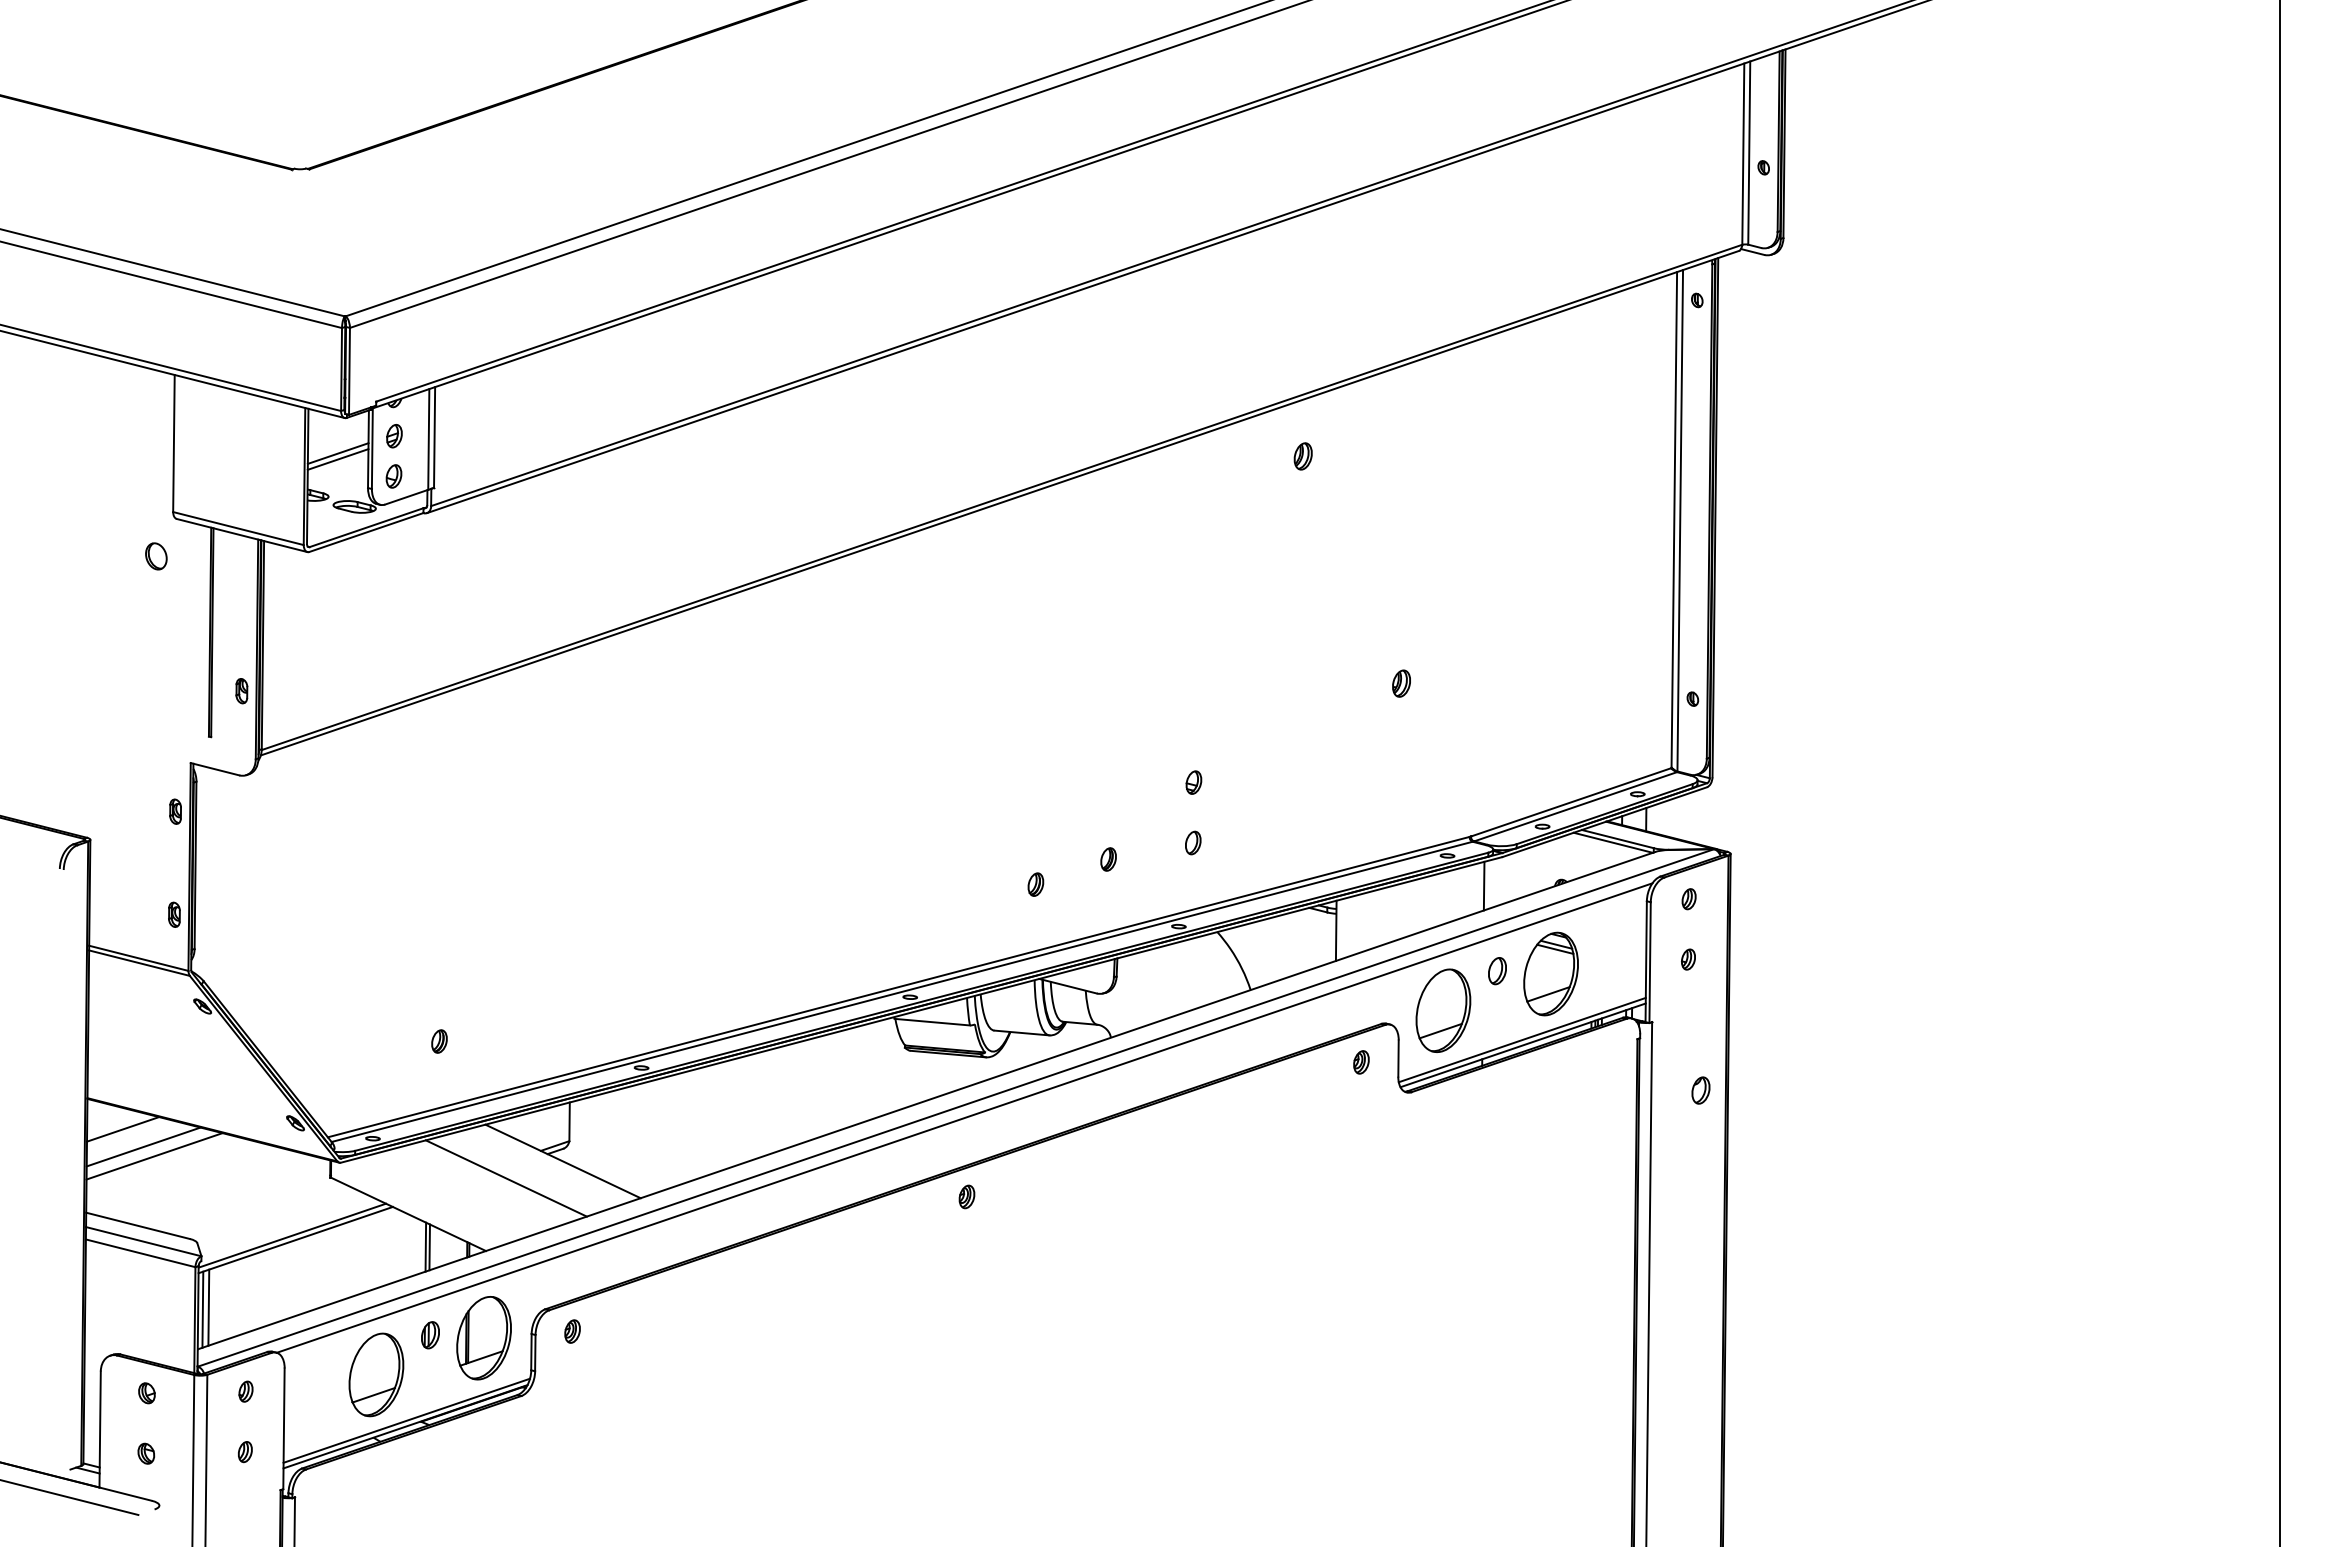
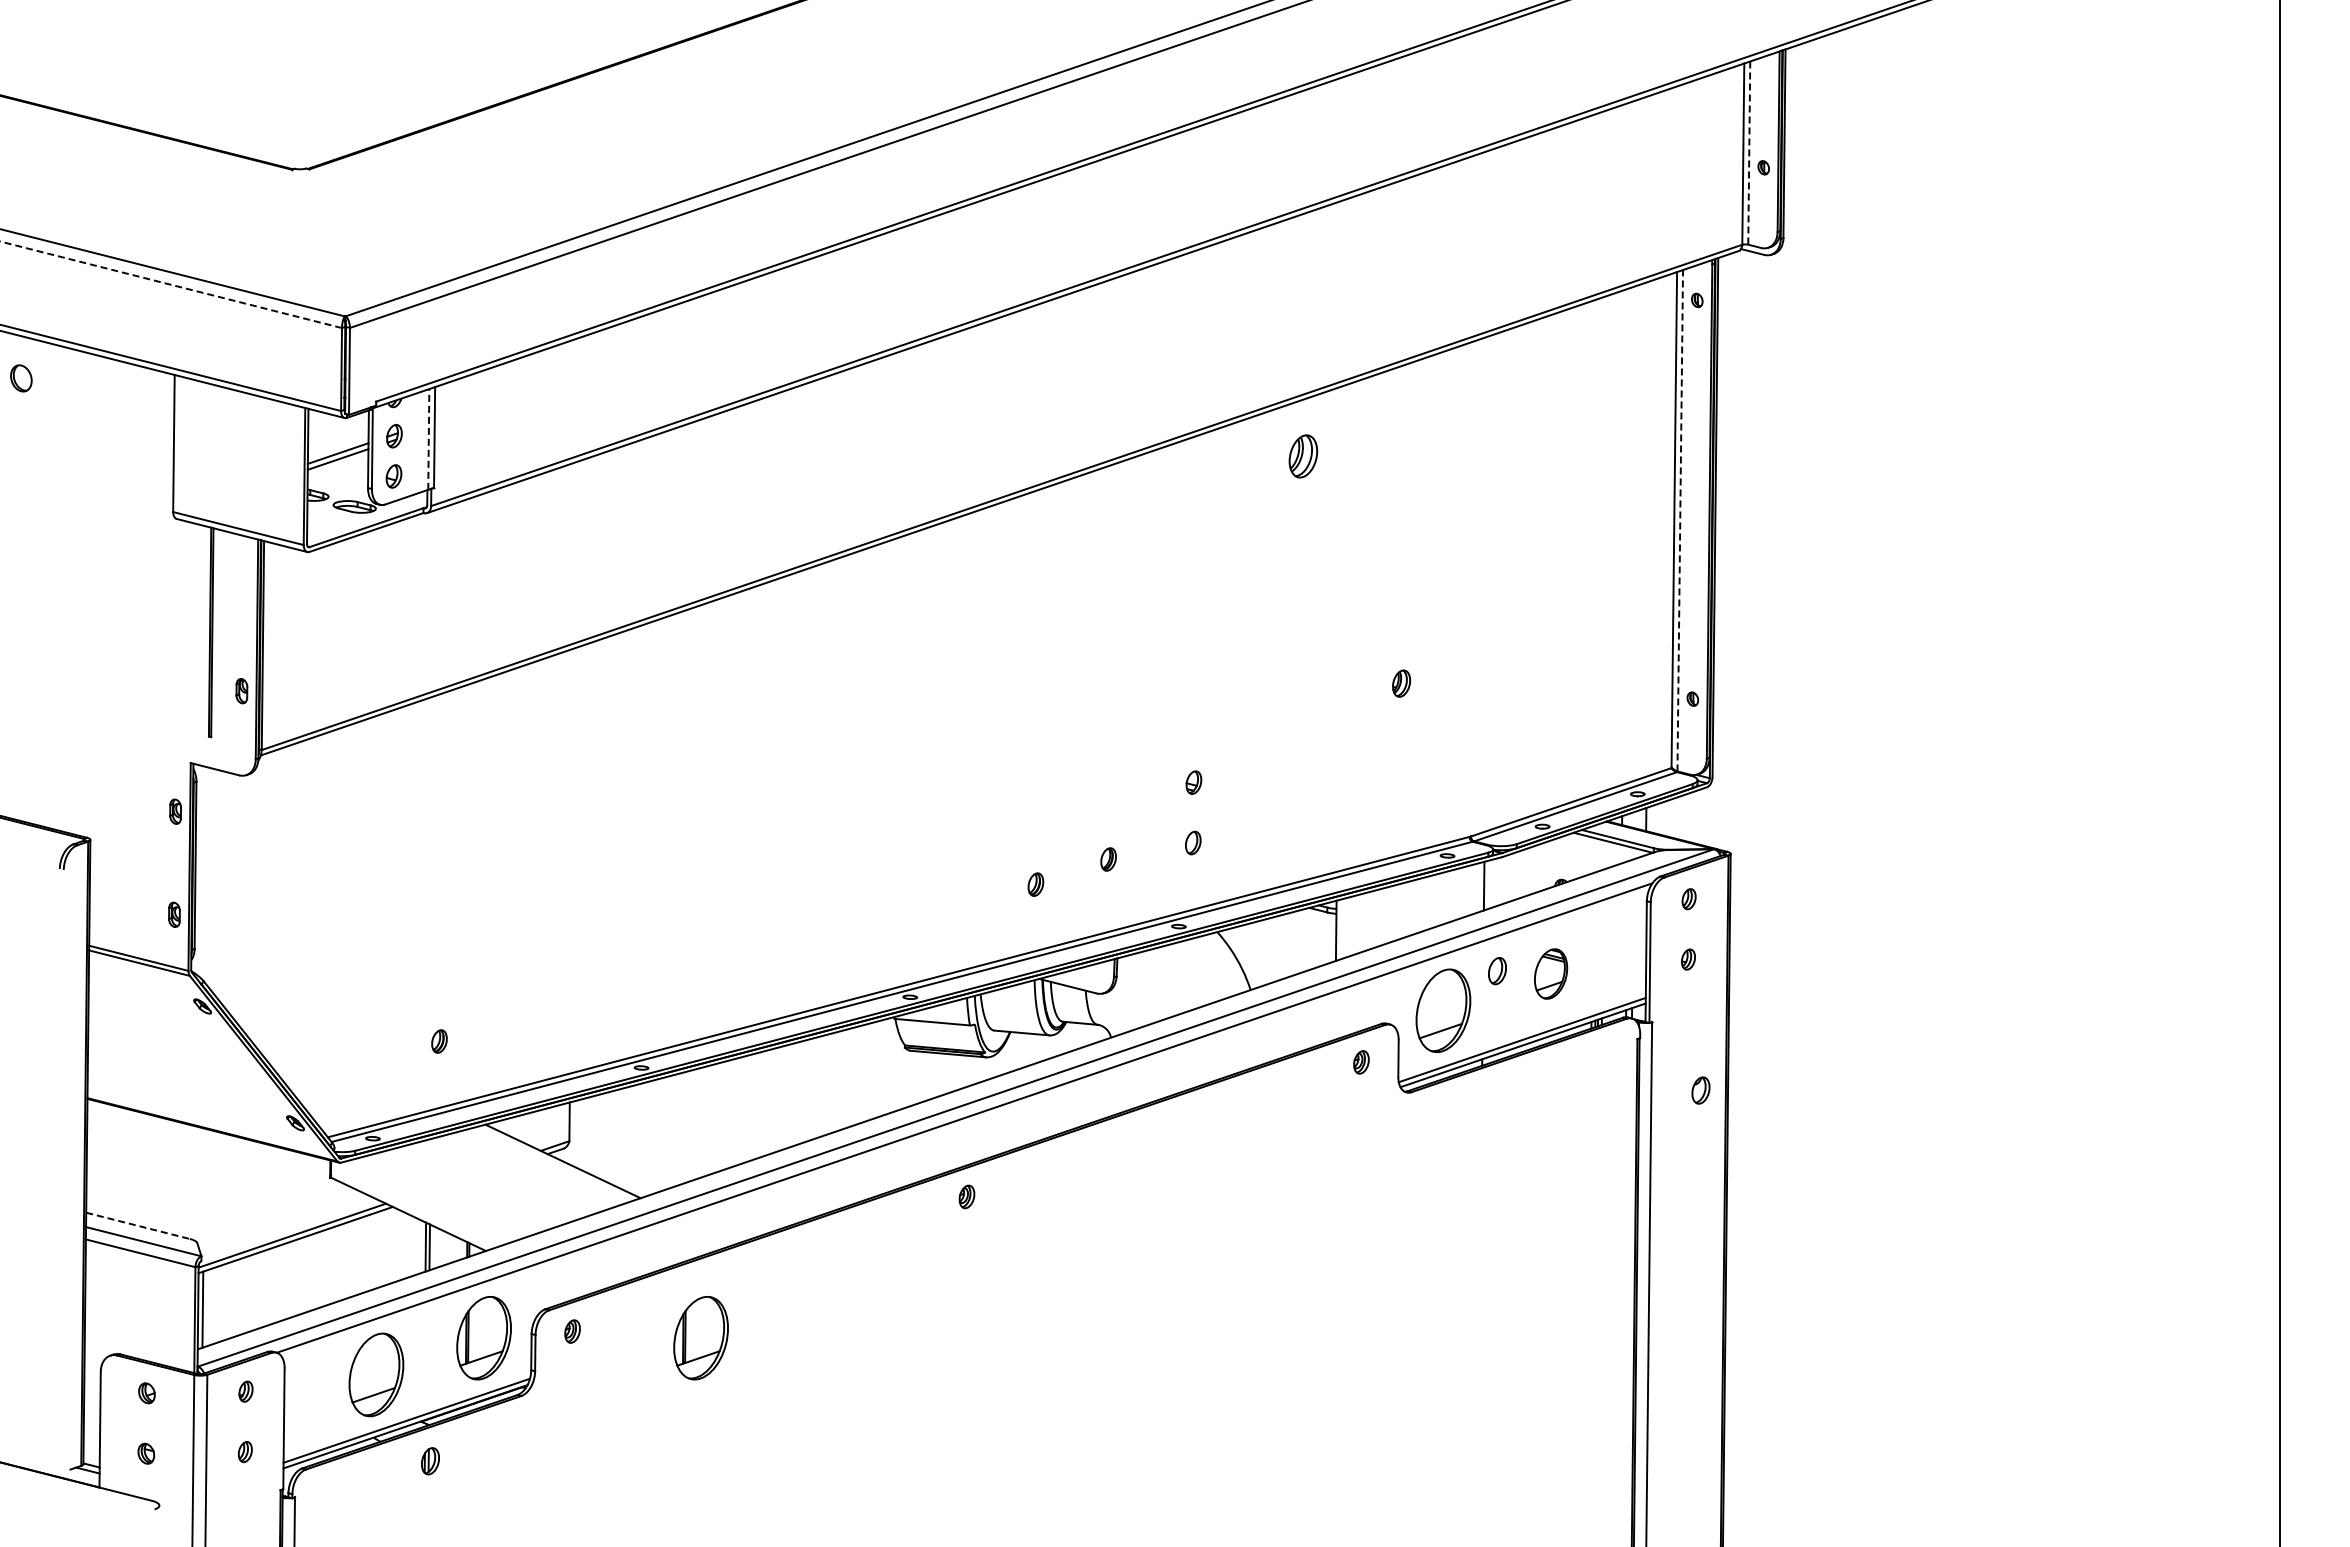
line at (1749, 153): solid -> dashed
line at (171, 284): solid -> dashed
line at (428, 438): solid -> dashed
part at (1302, 456) size: 20x29 px -> 31x45 px
line at (1680, 520): solid -> dashed
part at (156, 556) position: (156, 556) -> (21, 378)
part at (1550, 973) size: 56x86 px -> 35x52 px
line at (123, 1129): present -> none
line at (143, 1146): present -> none
line at (154, 1156): present -> none
line at (505, 1178): present -> none
line at (138, 1225): solid -> dashed
line at (208, 1307): present -> none
part at (430, 1335) position: (430, 1335) -> (430, 1461)
part at (700, 1338): none -> present
line at (70, 1497): present -> none
